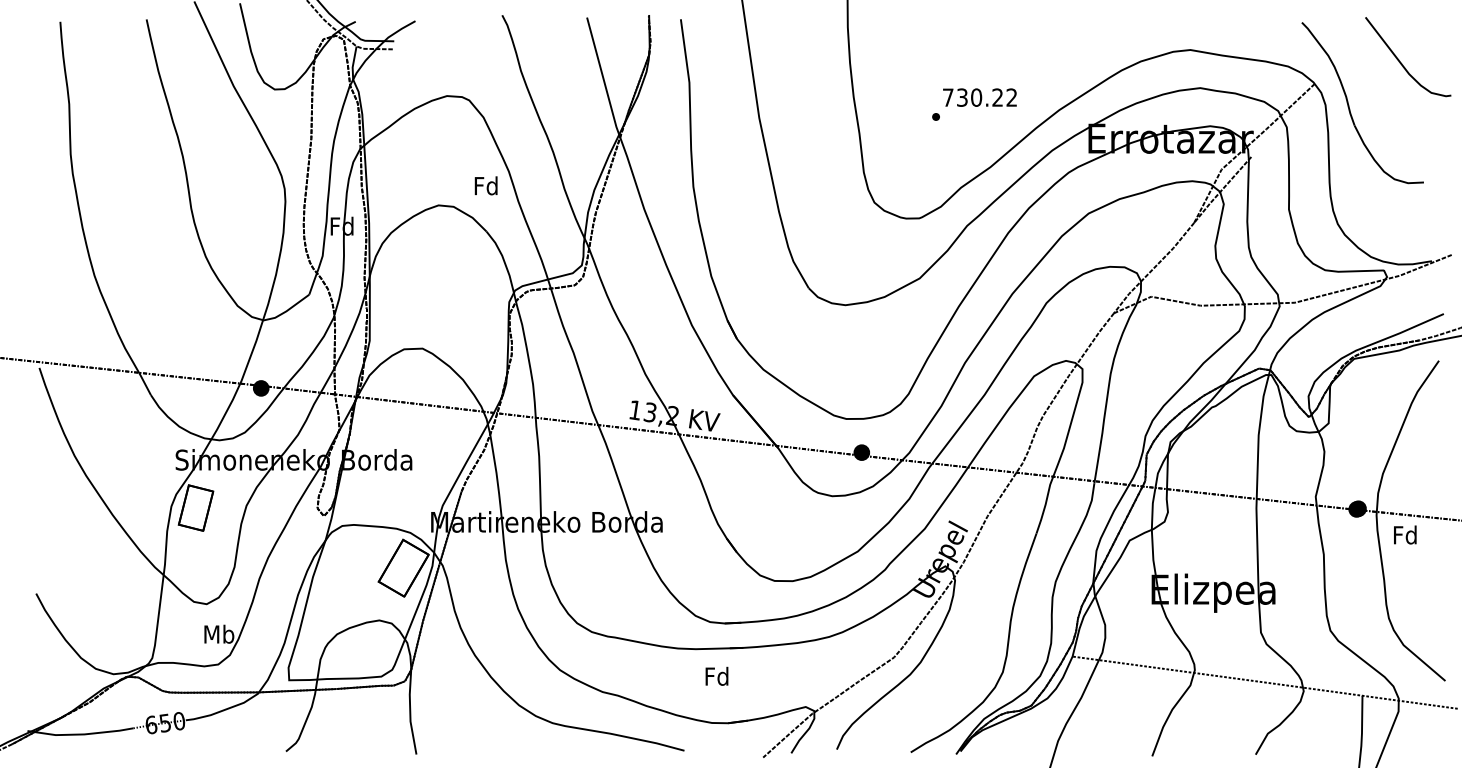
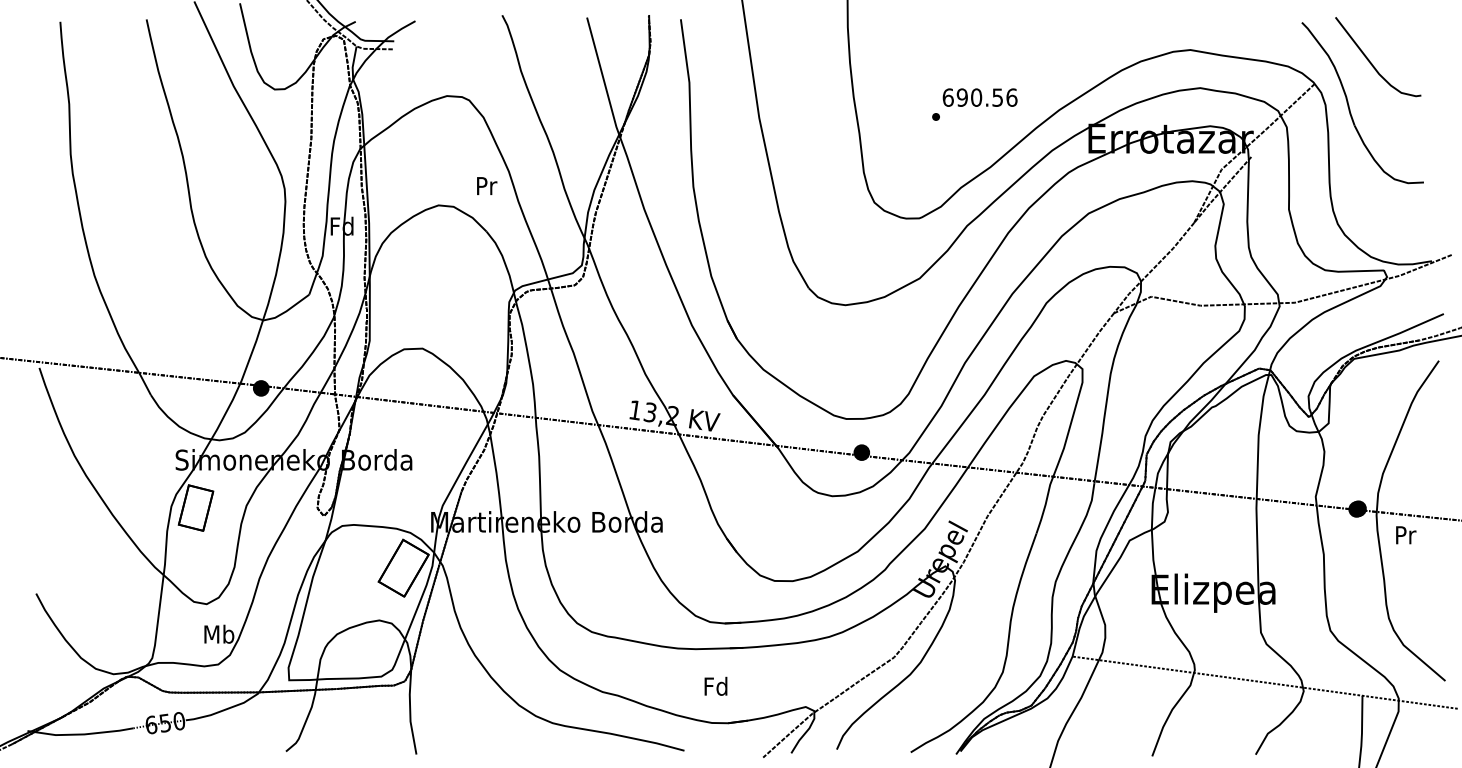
curve at (1402, 63) position: (1402, 63) -> (1372, 63)
text at (979, 97): 730.22 -> 690.56
text at (485, 185): Fd -> Pr
text at (1405, 534): Fd -> Pr
text at (716, 675) position: (716, 675) -> (715, 685)
